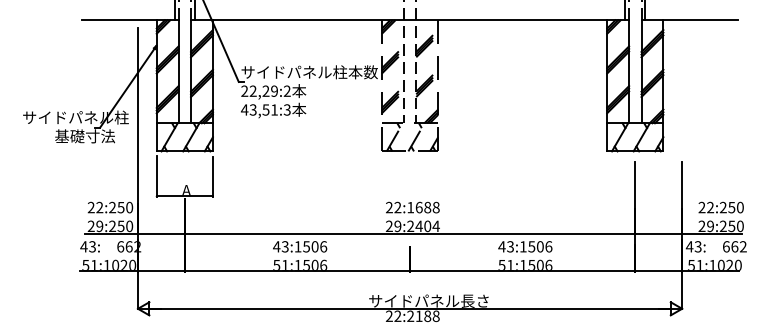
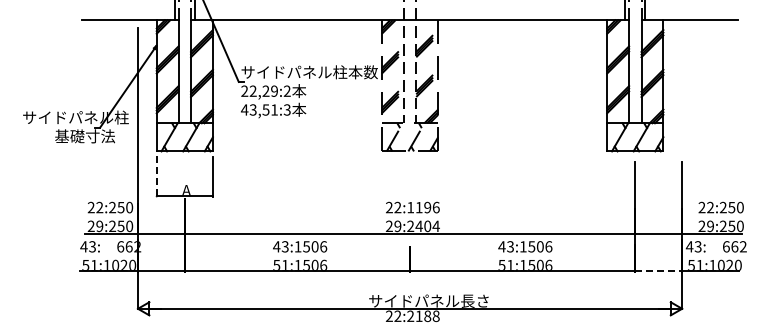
line at (156, 176): solid -> dashed
text at (427, 207): 22:1688 -> 22:1196
line at (659, 271): solid -> dashed
